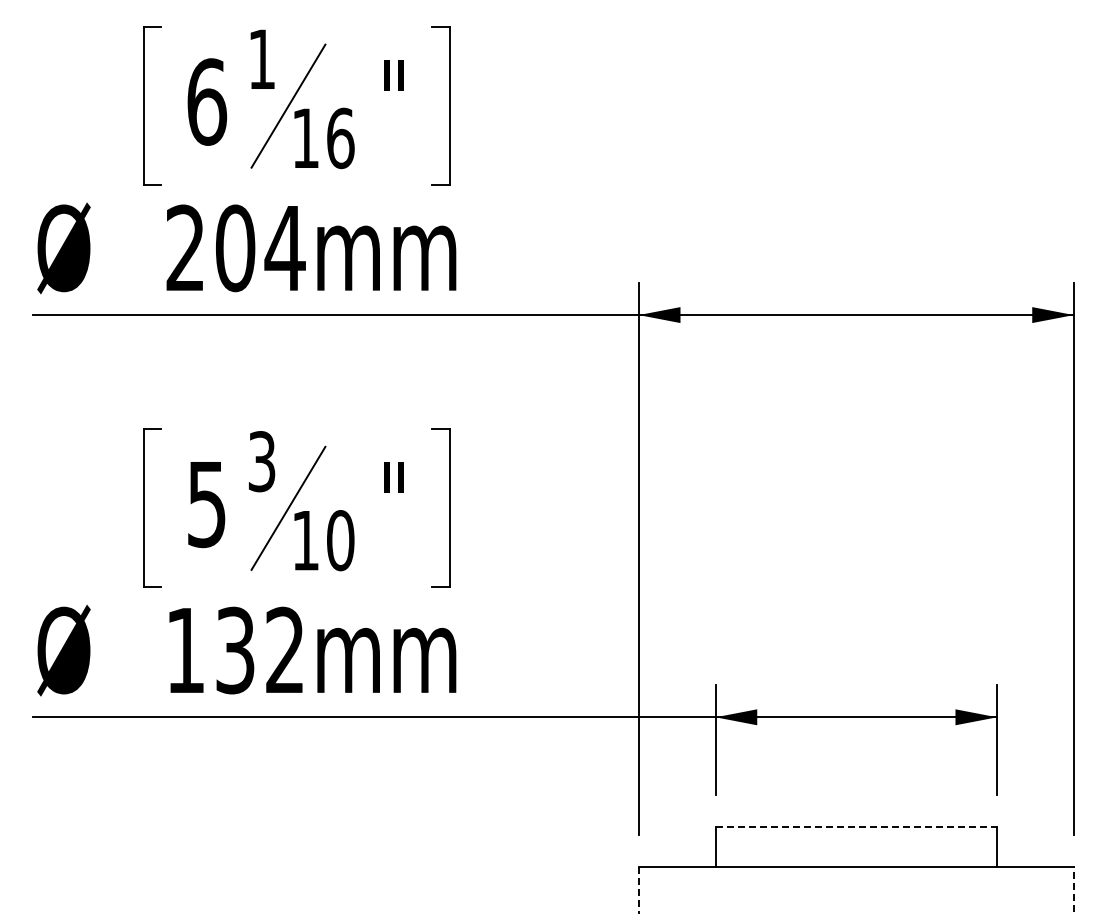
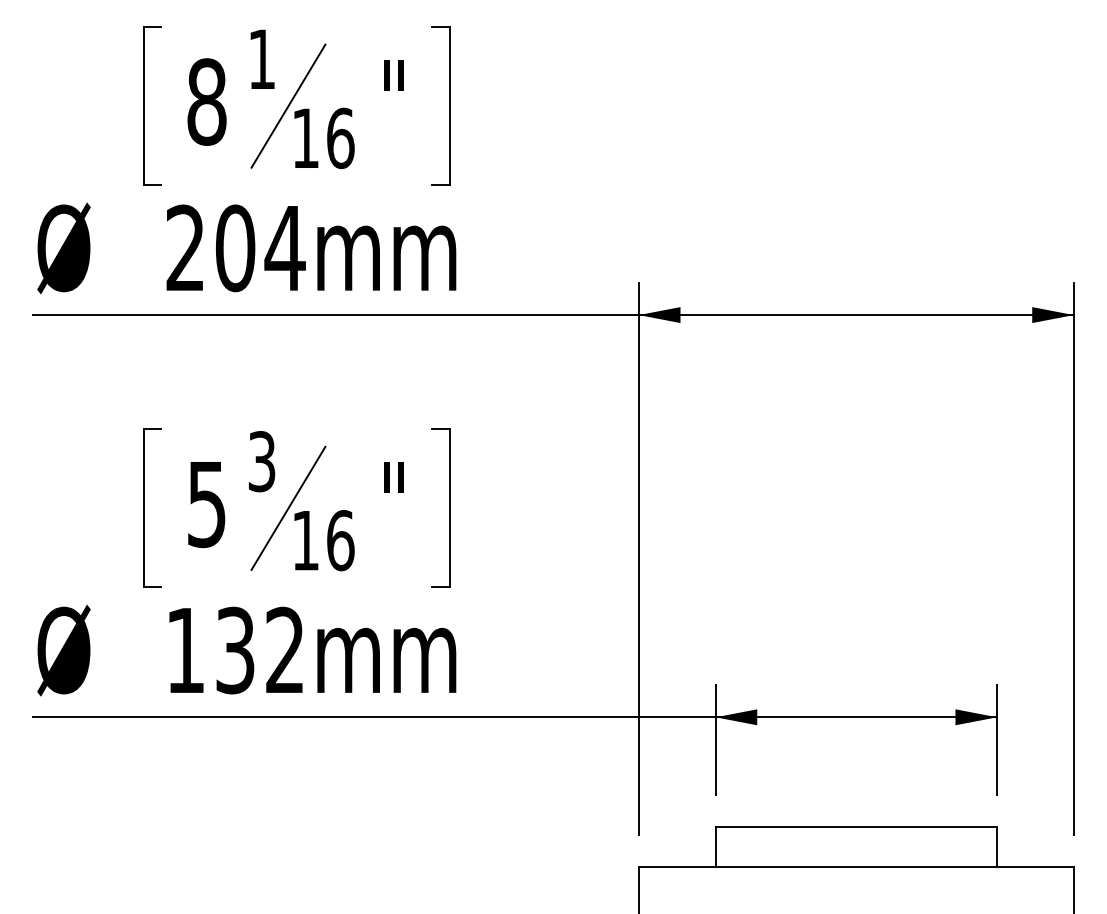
text at (207, 101): 6 -> 8
text at (340, 540): 10 -> 16
line at (856, 826): dashed -> solid
line at (638, 890): dashed -> solid
line at (1073, 890): dashed -> solid
